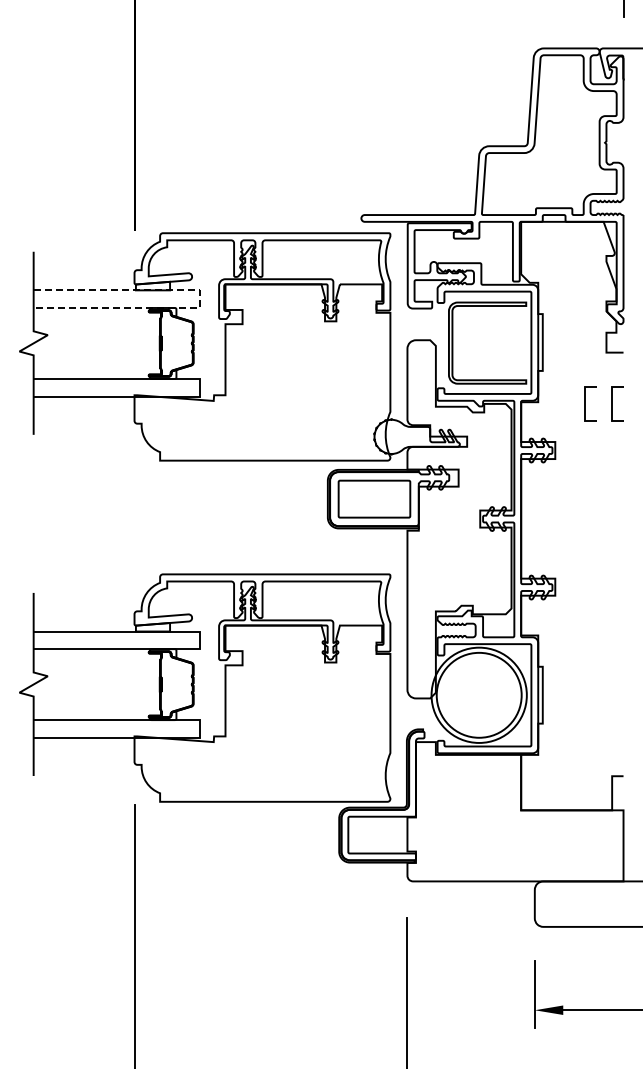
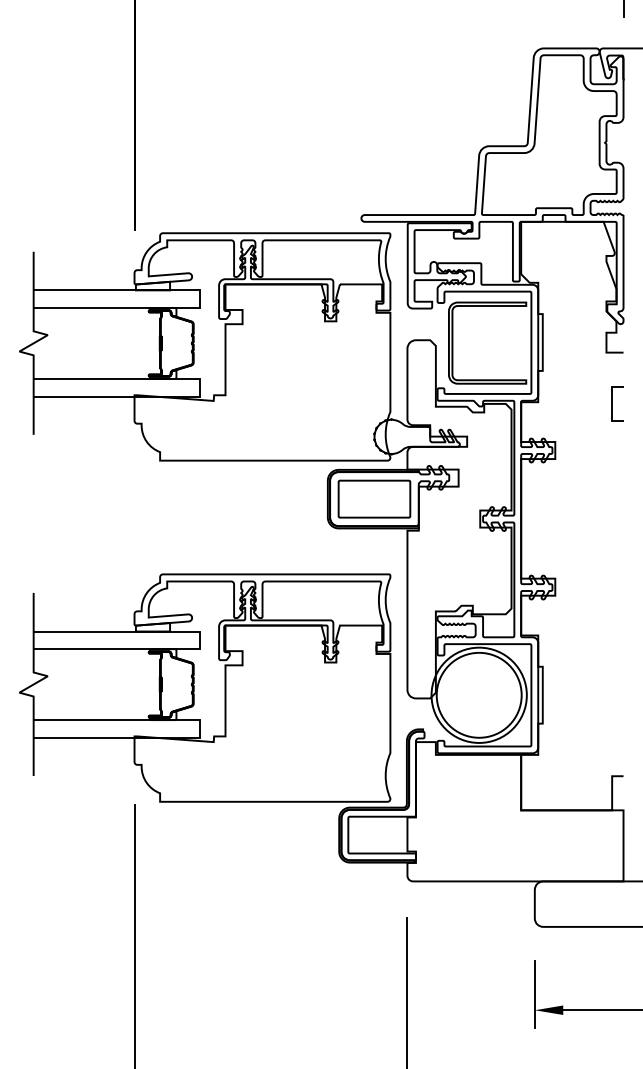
line at (199, 299): dashed -> solid
line at (585, 403): present -> none
